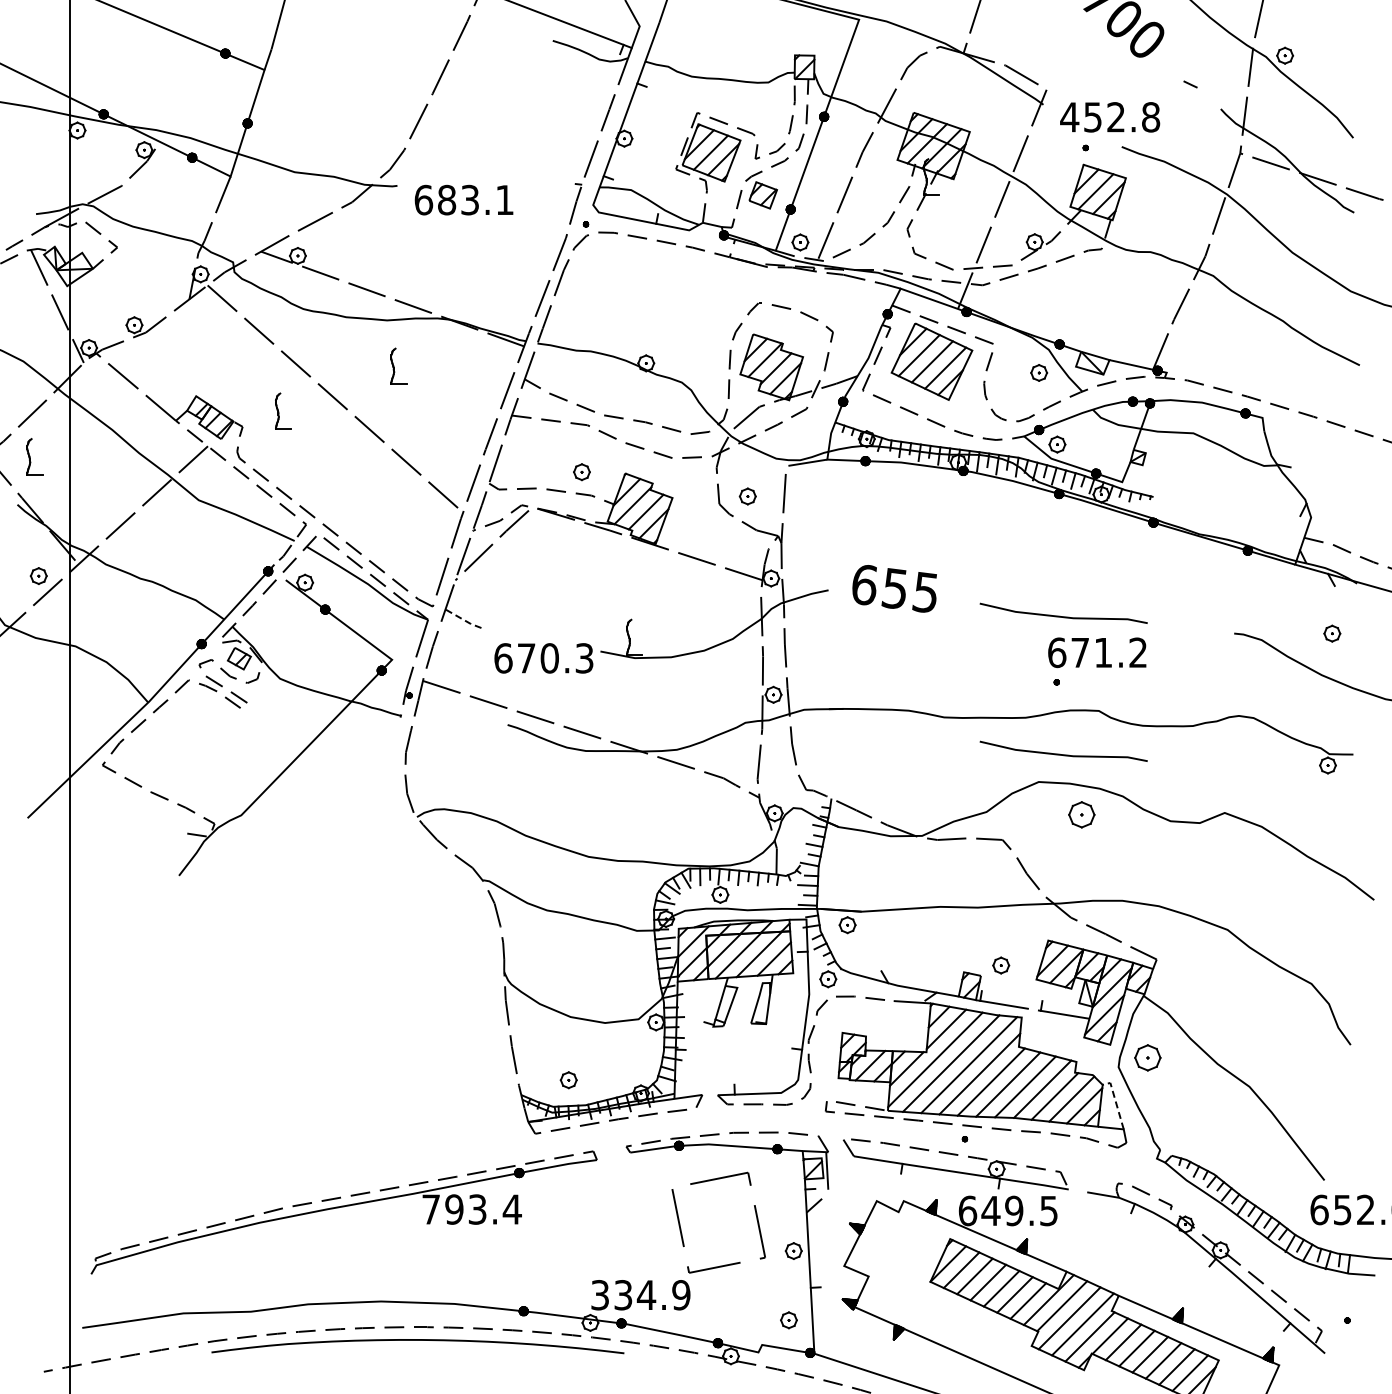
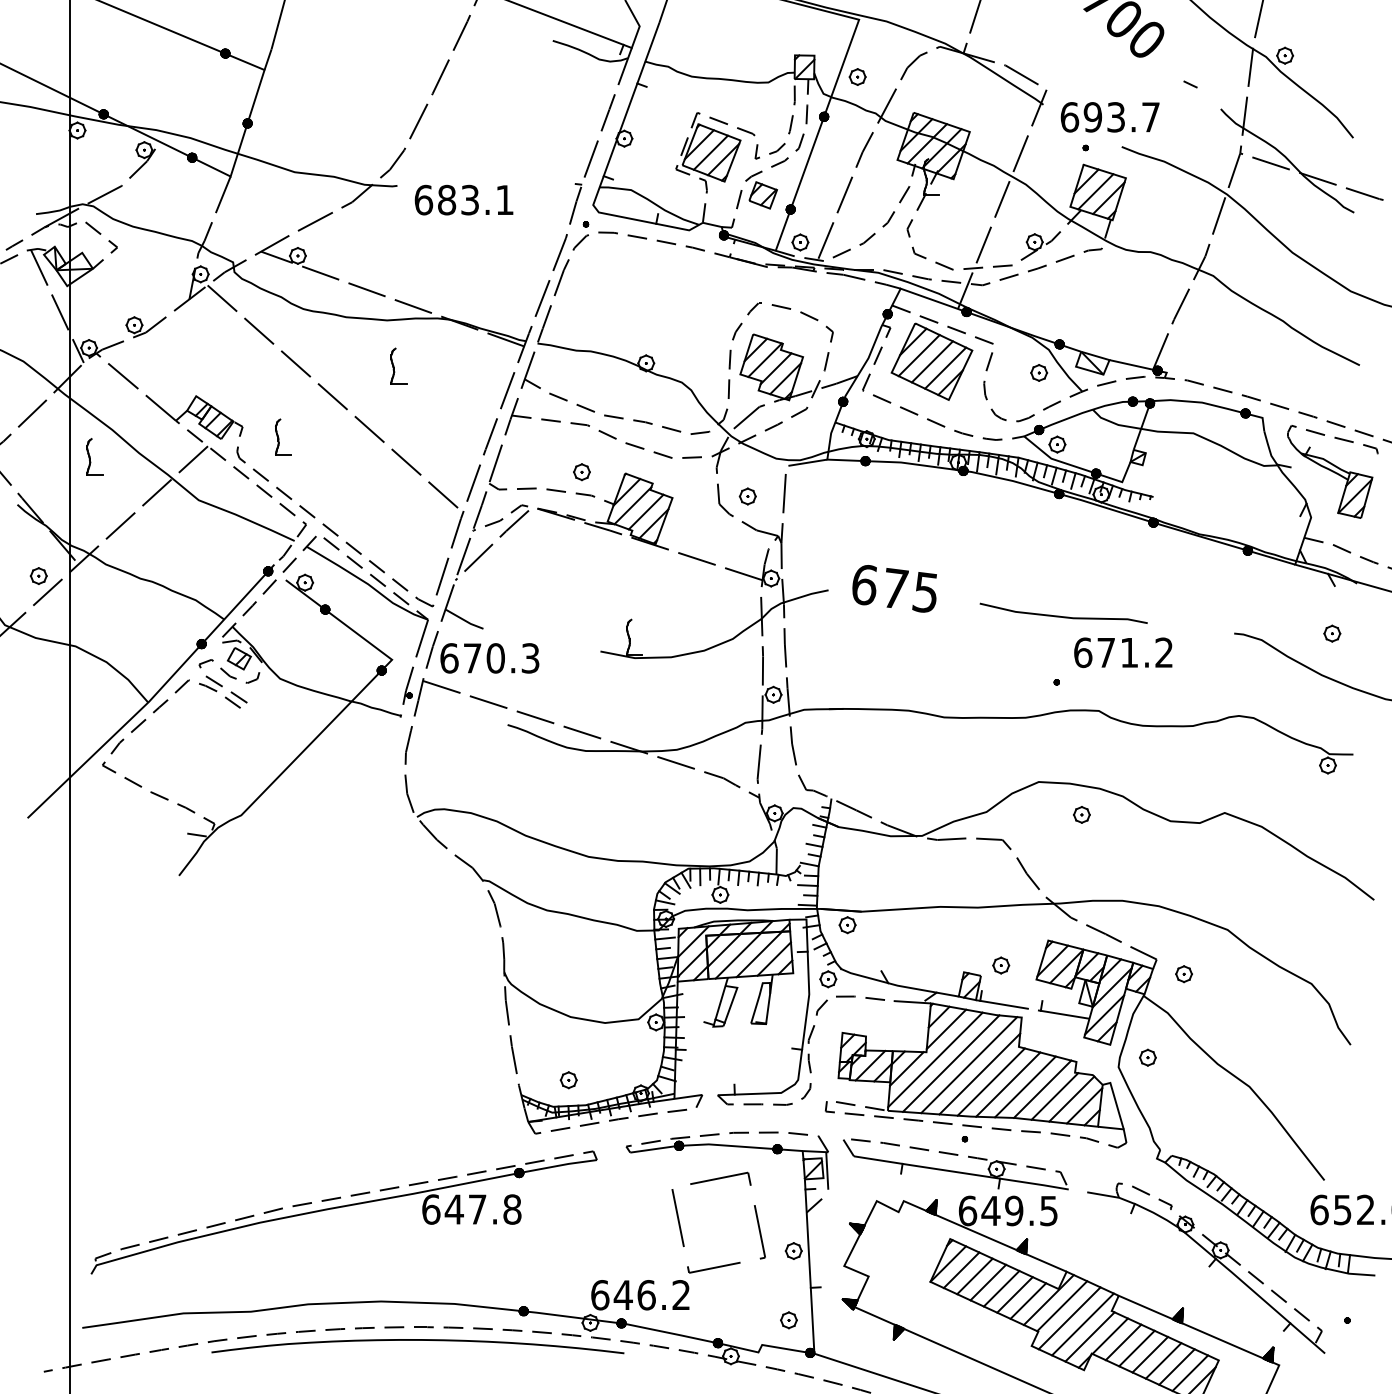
part at (857, 76): none -> present
text at (1110, 117): 452.8 -> 693.7
part at (283, 410) position: (283, 410) -> (283, 436)
part at (34, 456) position: (34, 456) -> (94, 456)
part at (1332, 471): none -> present
text at (894, 588): 655 -> 675
line at (464, 620): dashed -> solid
text at (1097, 652) position: (1097, 652) -> (1123, 652)
text at (543, 658) position: (543, 658) -> (489, 658)
line at (1063, 754): present -> none
part at (1081, 814) size: 28x28 px -> 18x18 px
part at (1183, 974): none -> present
part at (1147, 1057) size: 28x28 px -> 18x19 px
line at (1115, 1101): dashed -> solid
text at (471, 1209): 793.4 -> 647.8
text at (640, 1295): 334.9 -> 646.2
